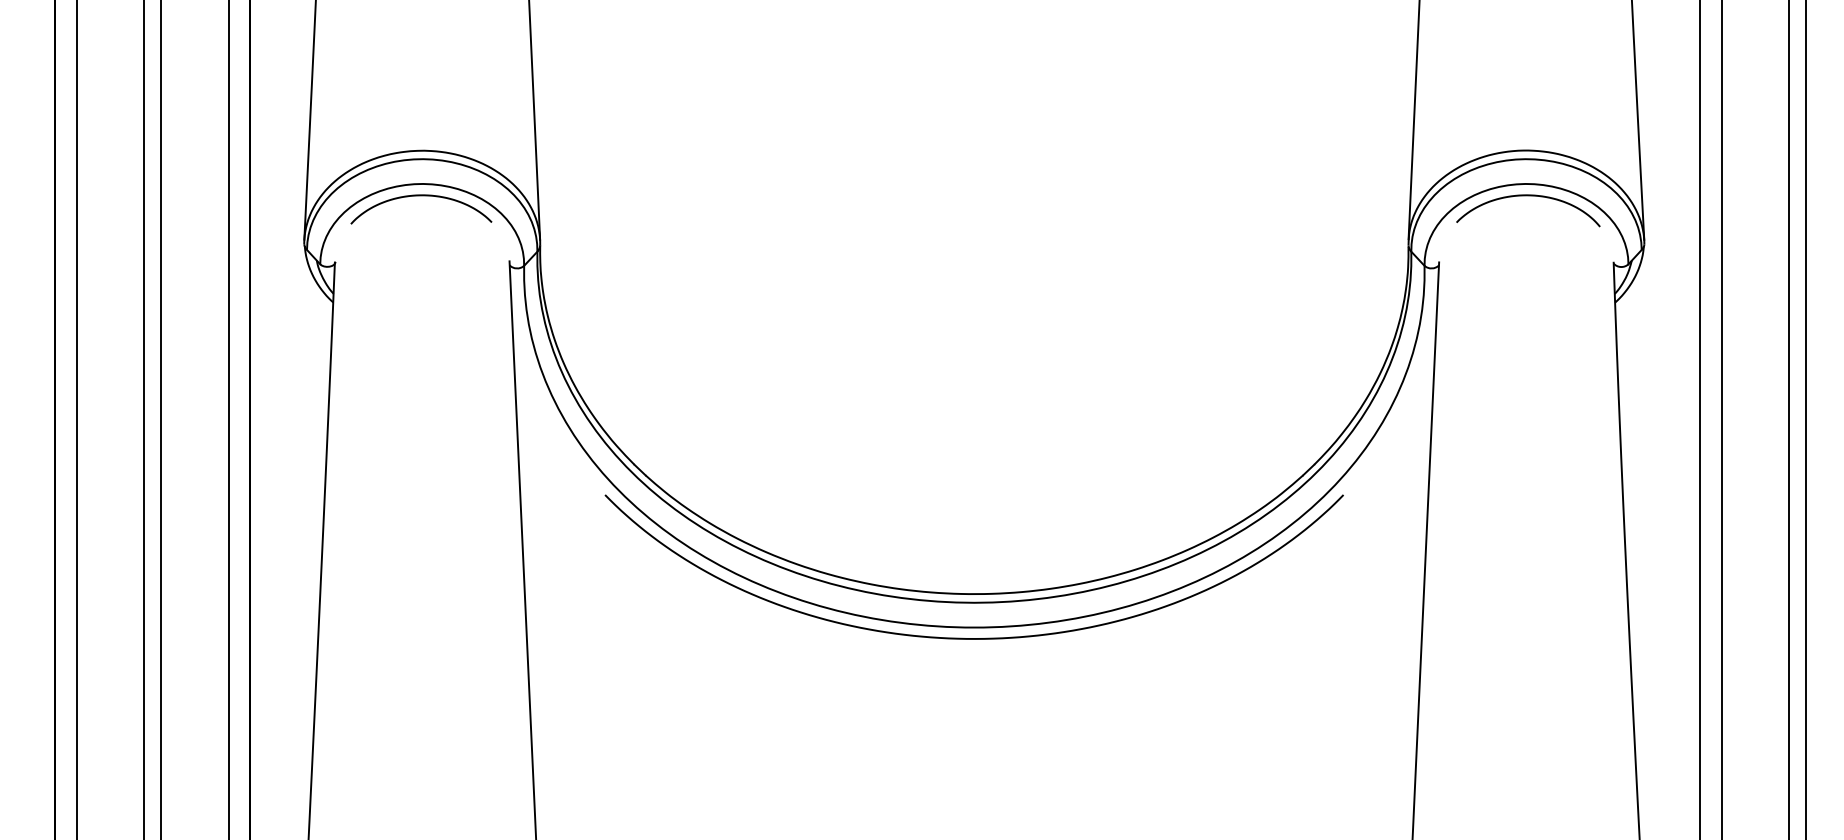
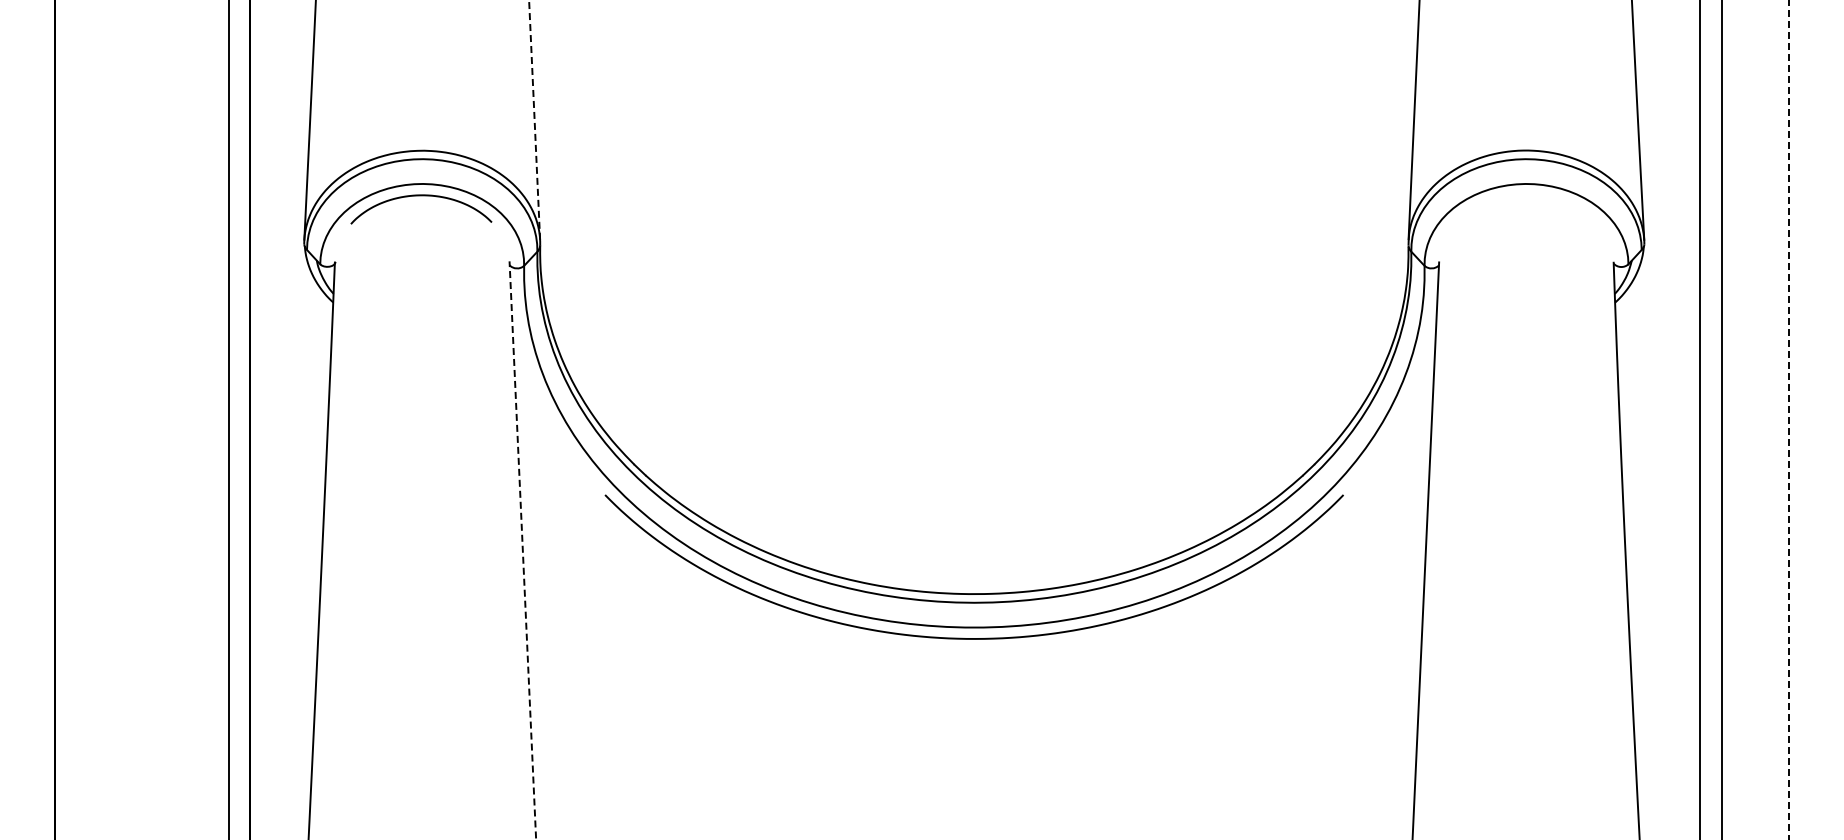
line at (534, 119): solid -> dashed
curve at (1528, 196): present -> none
line at (76, 419): present -> none
line at (144, 419): present -> none
line at (161, 419): present -> none
line at (1806, 419): present -> none
line at (1788, 420): solid -> dashed
line at (522, 549): solid -> dashed
